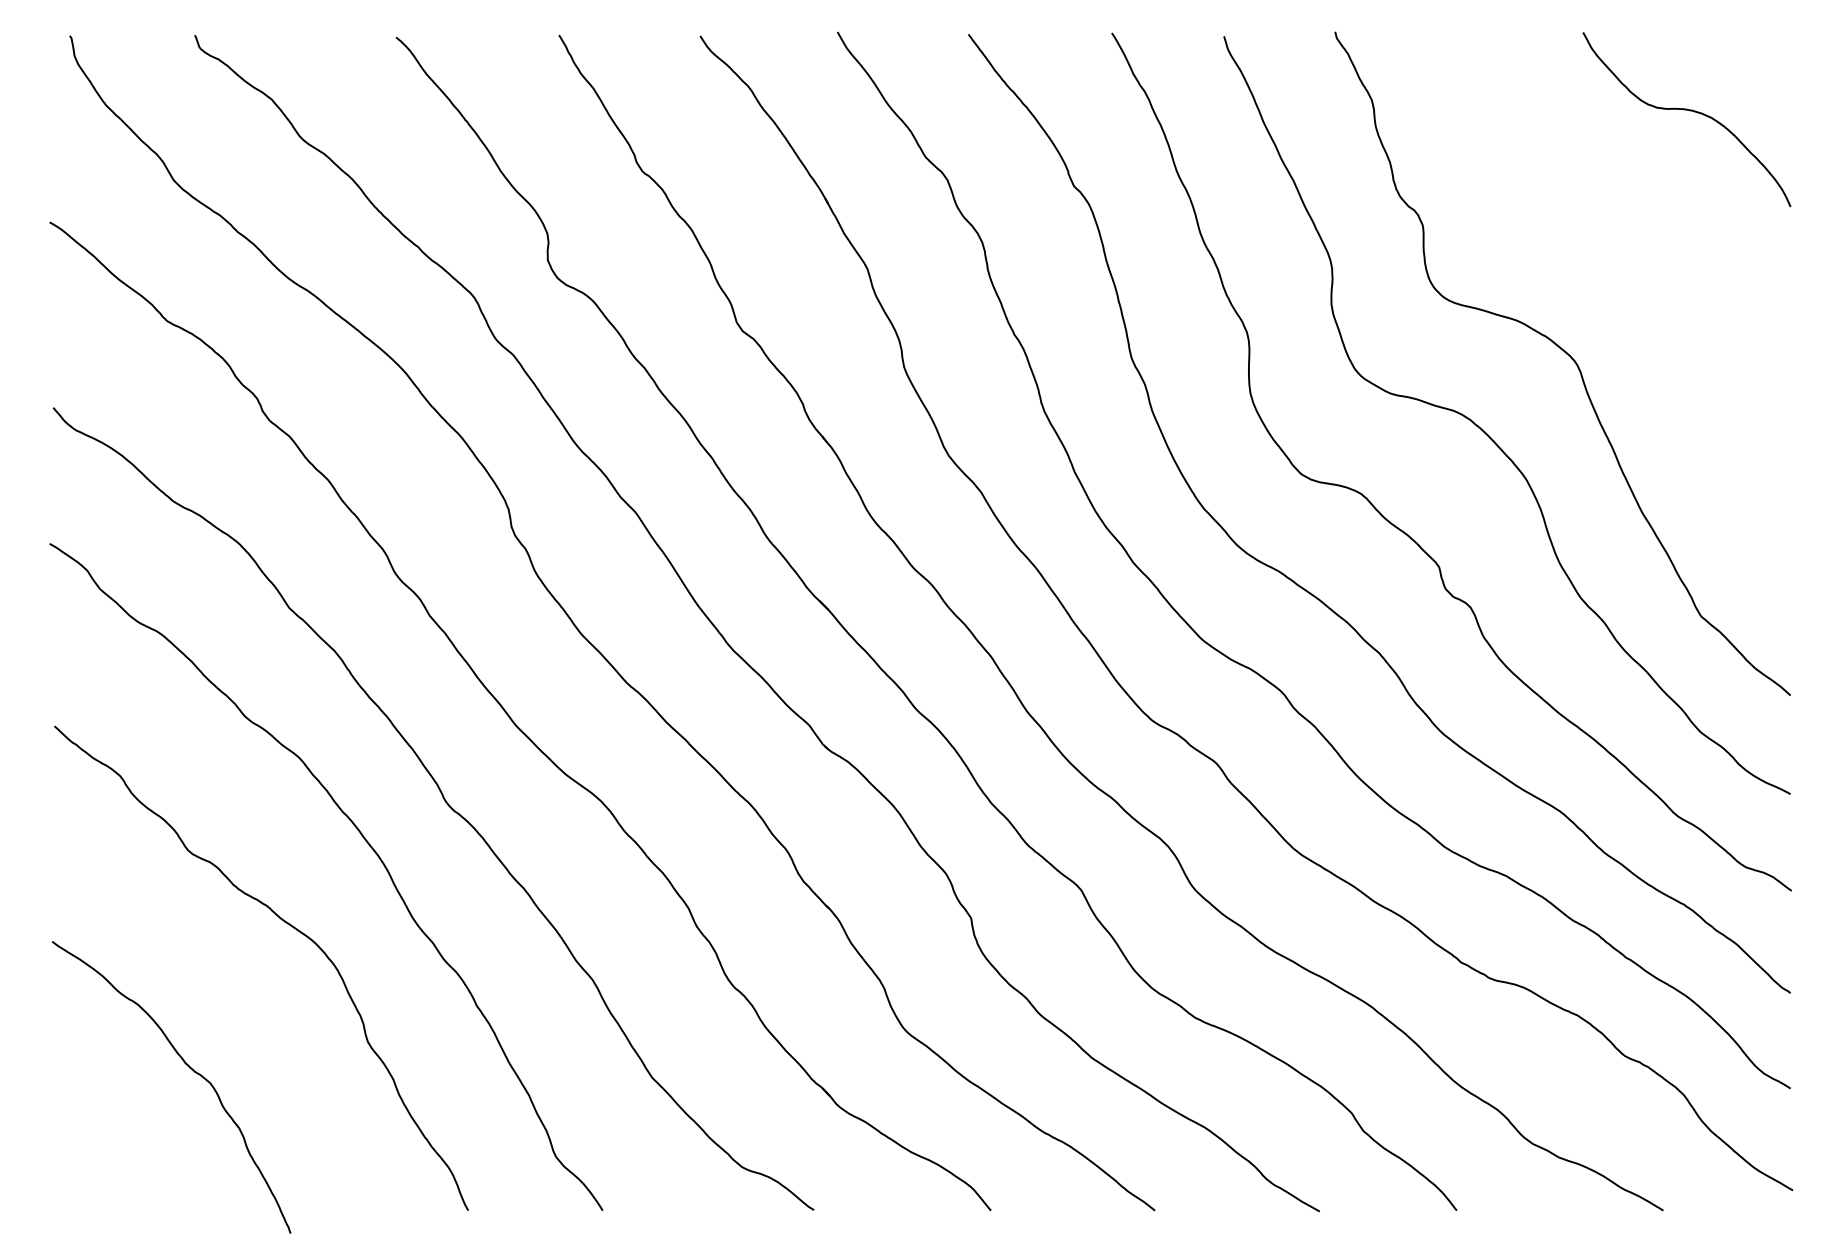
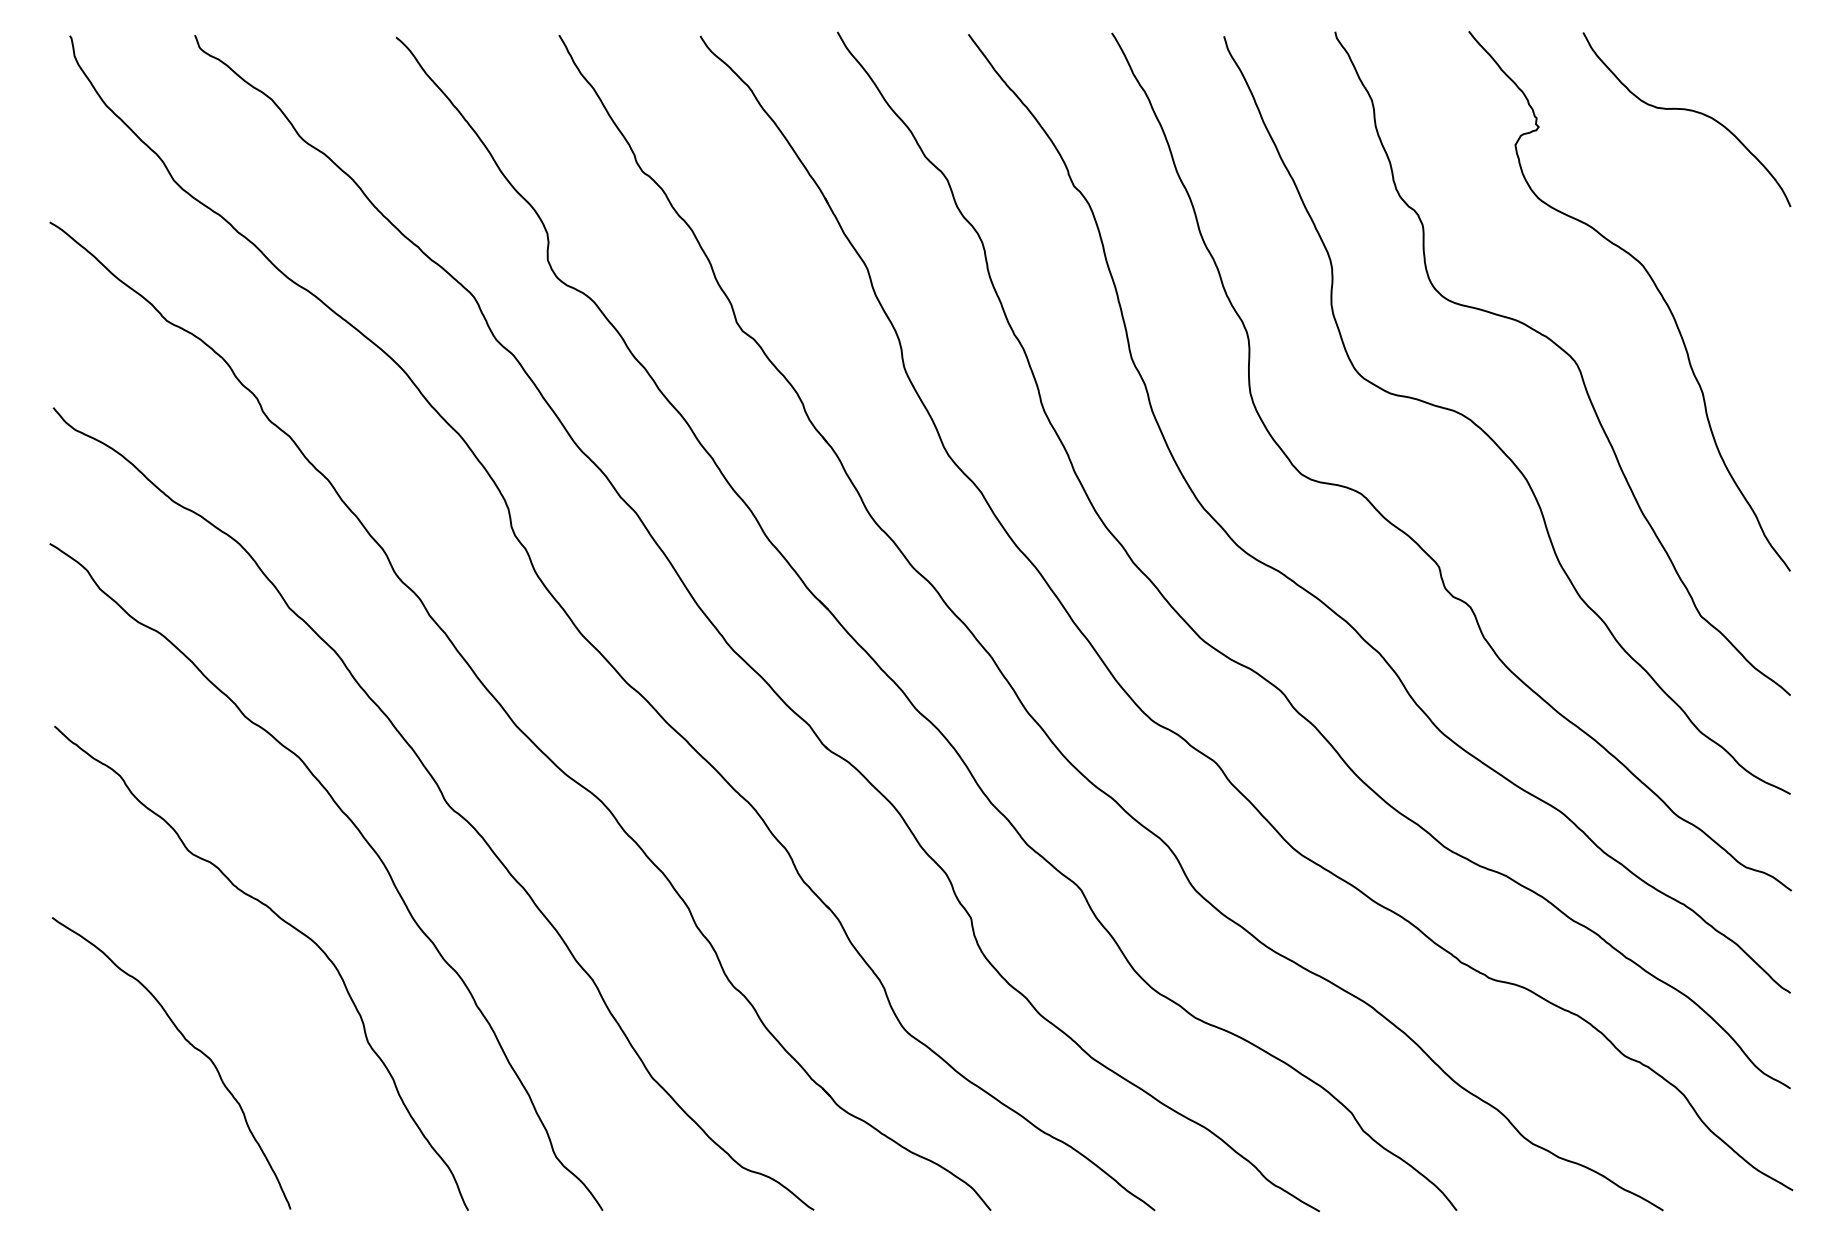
curve at (1655, 287): none -> present
curve at (189, 1068) position: (189, 1068) -> (189, 1044)
